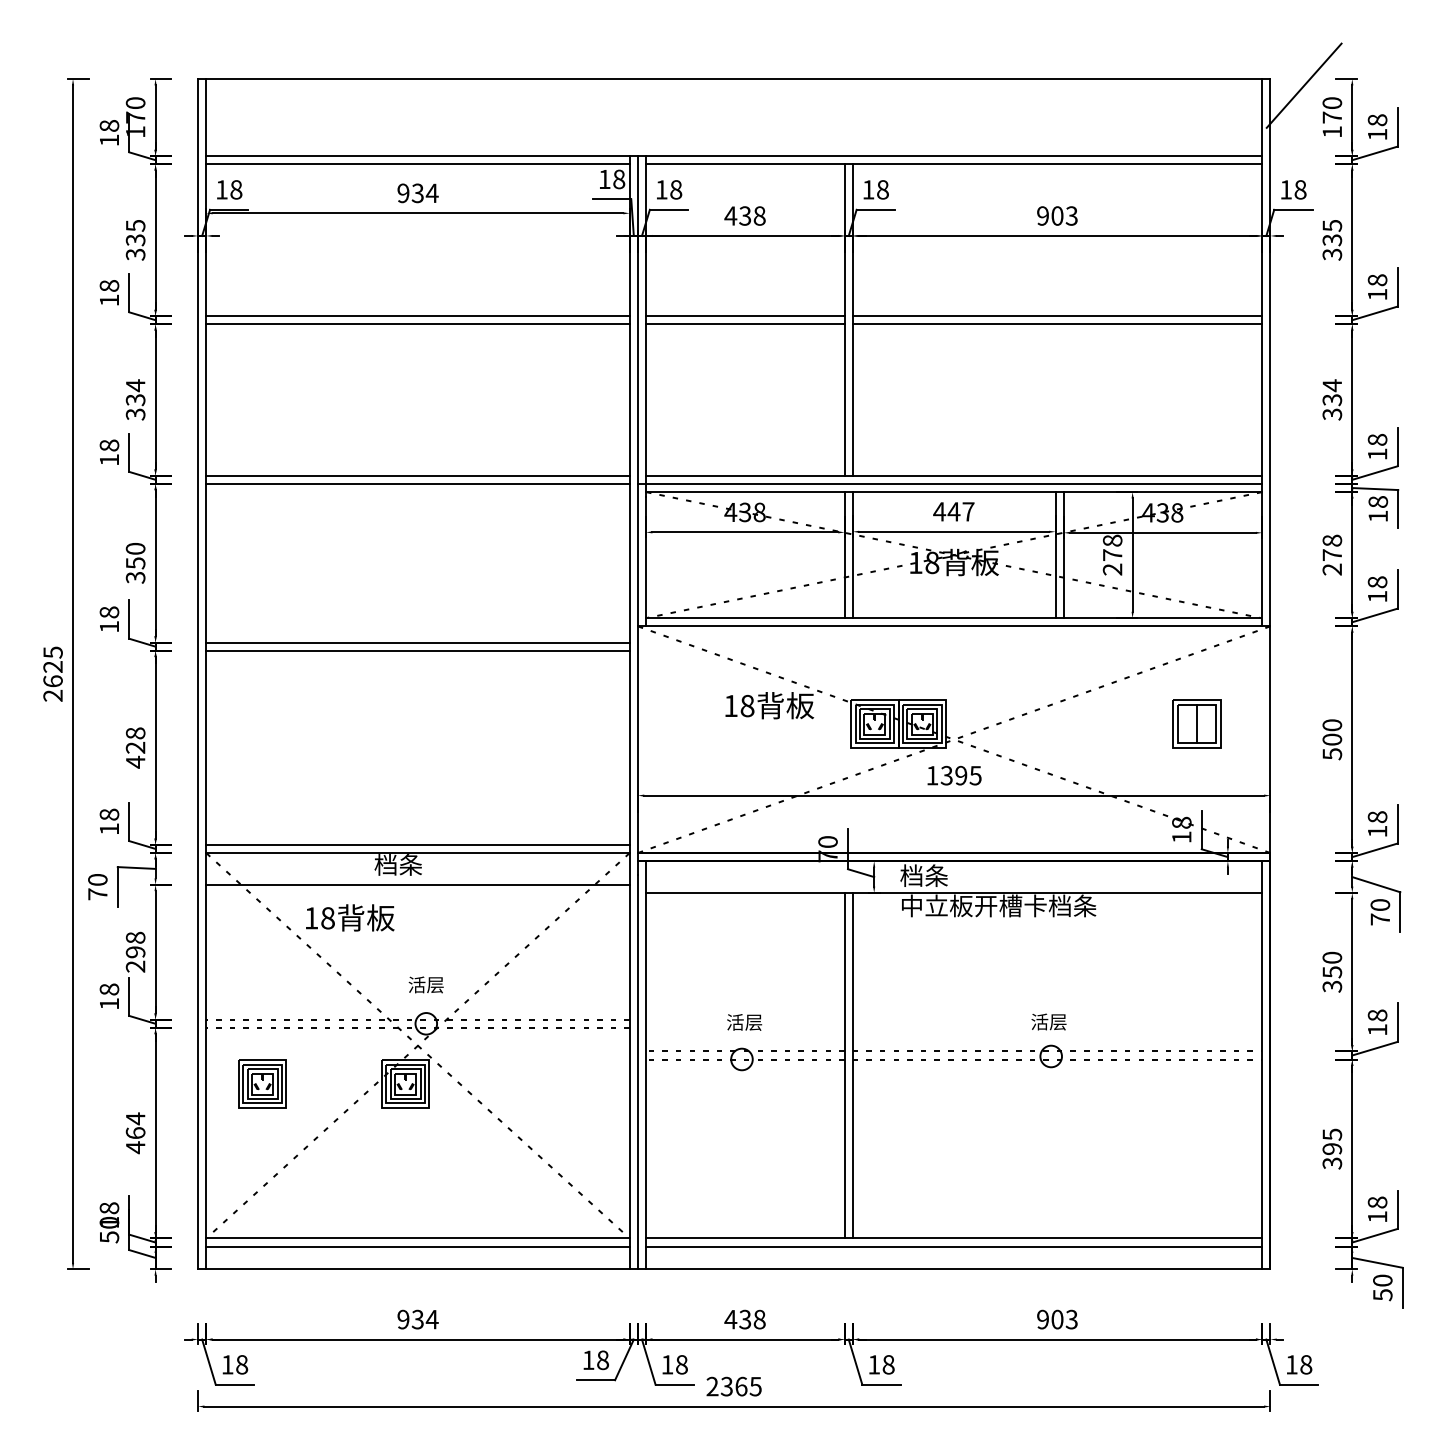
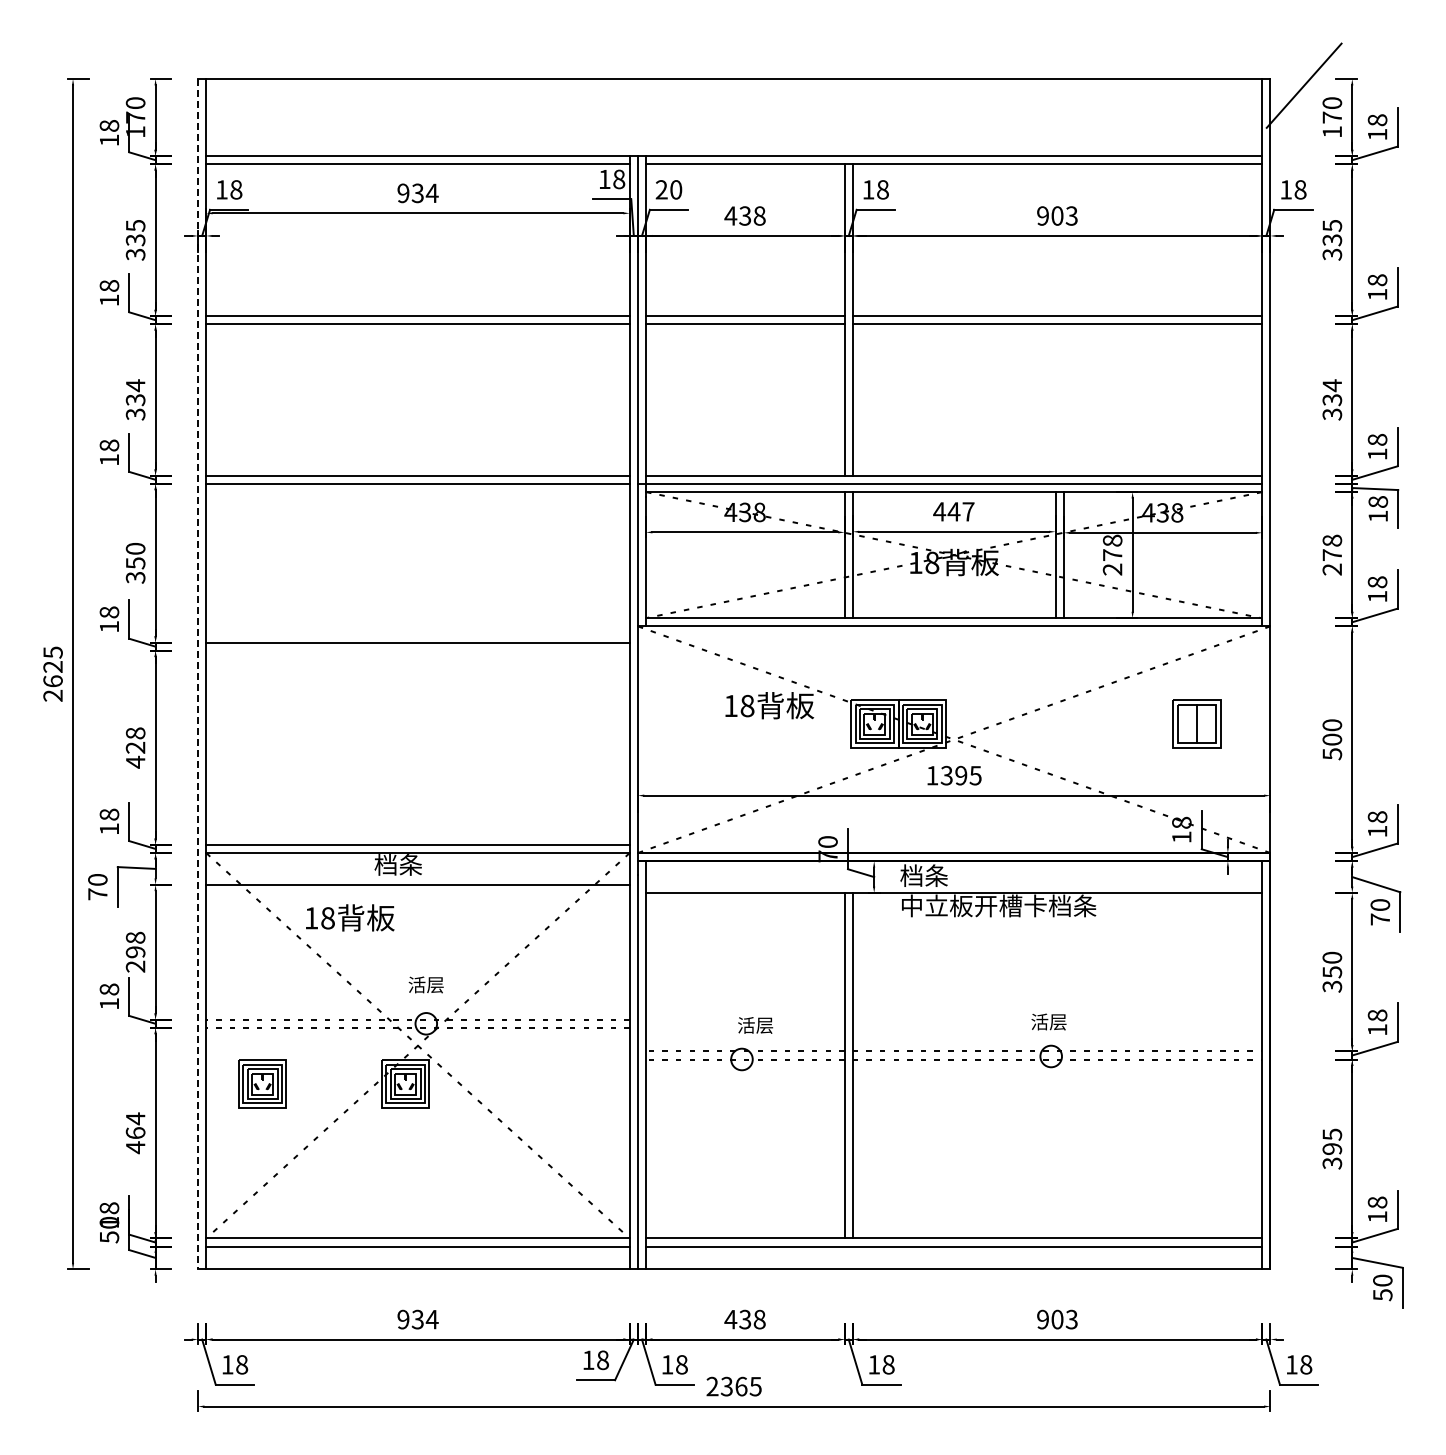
text at (668, 189): 18 -> 20
line at (417, 650): present -> none
line at (198, 674): solid -> dashed
text at (744, 1022) position: (744, 1022) -> (755, 1025)
